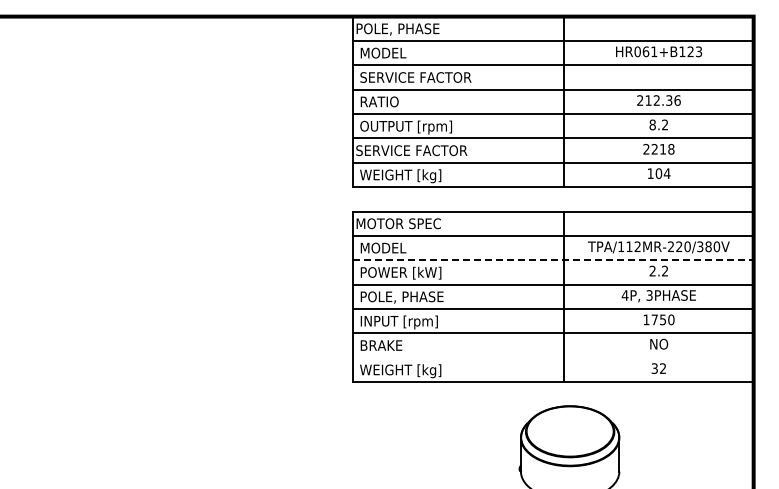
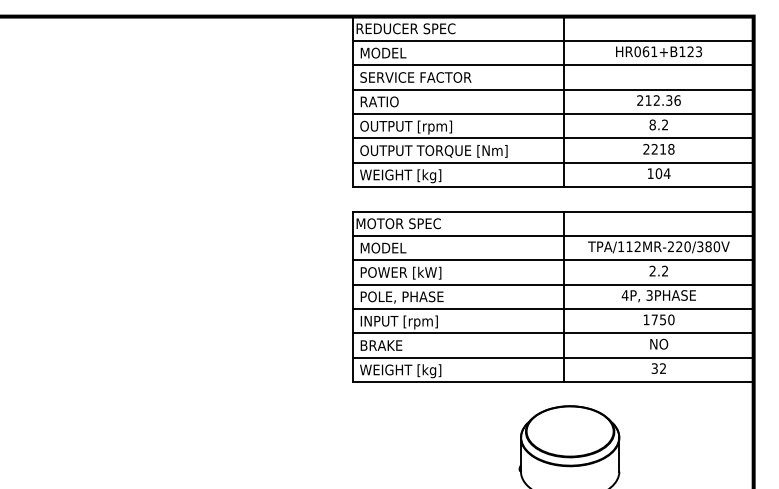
text at (406, 29): POLE, PHASE -> REDUCER SPEC
text at (431, 151): SERVICE FACTOR -> OUTPUT TORQUE [Nm]
line at (553, 260): dashed -> solid
line at (552, 357): none -> present
